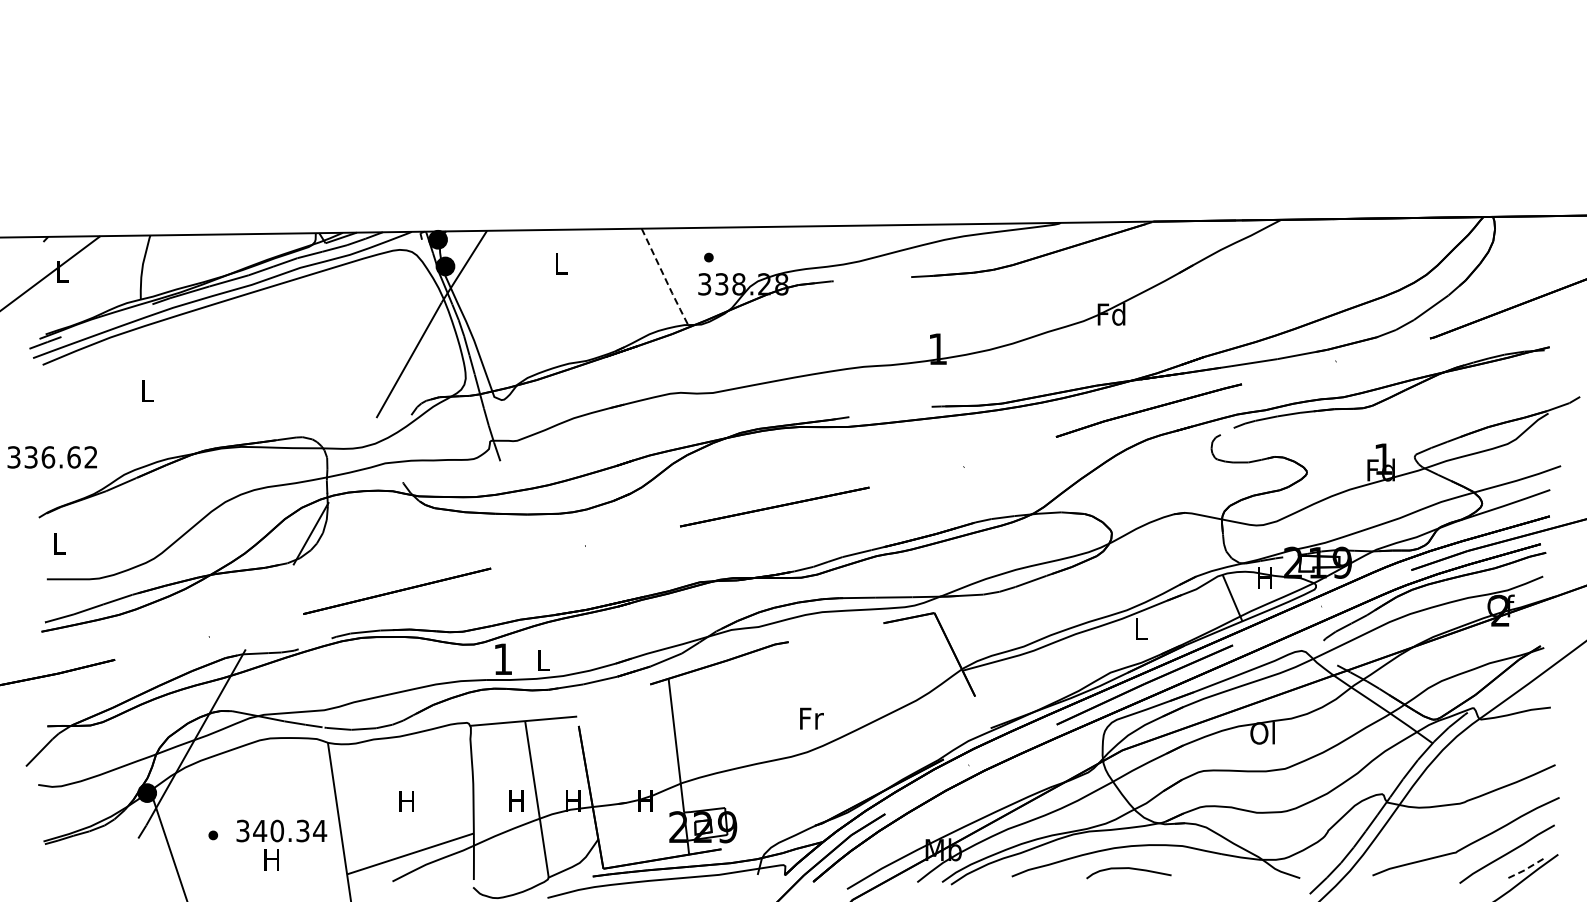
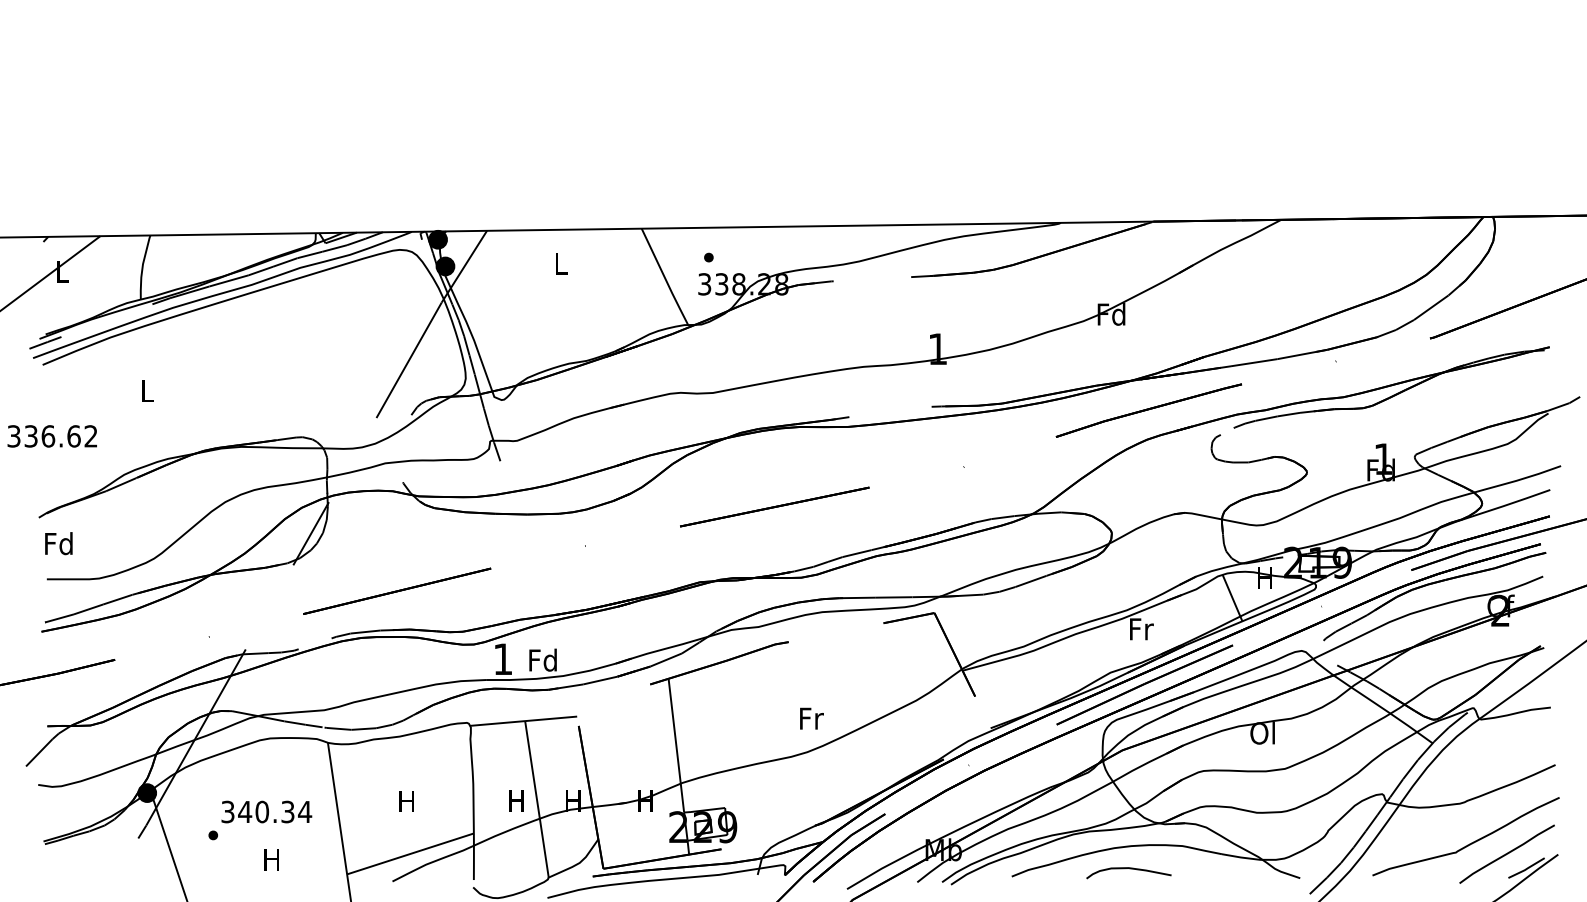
line at (665, 278): dashed -> solid
text at (51, 457) position: (51, 457) -> (51, 436)
text at (58, 543): L -> Fd
text at (1141, 629): L -> Fr
text at (542, 659): L -> Fd
text at (281, 830) position: (281, 830) -> (266, 811)
line at (1527, 868): dashed -> solid
